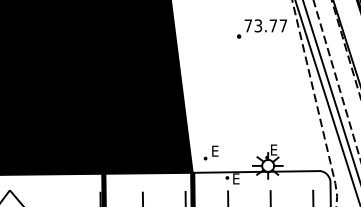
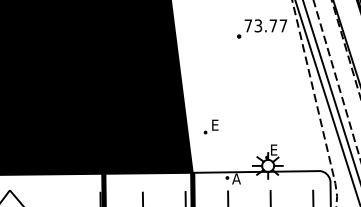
part at (210, 152) position: (210, 152) -> (210, 126)
text at (236, 178): E -> A
